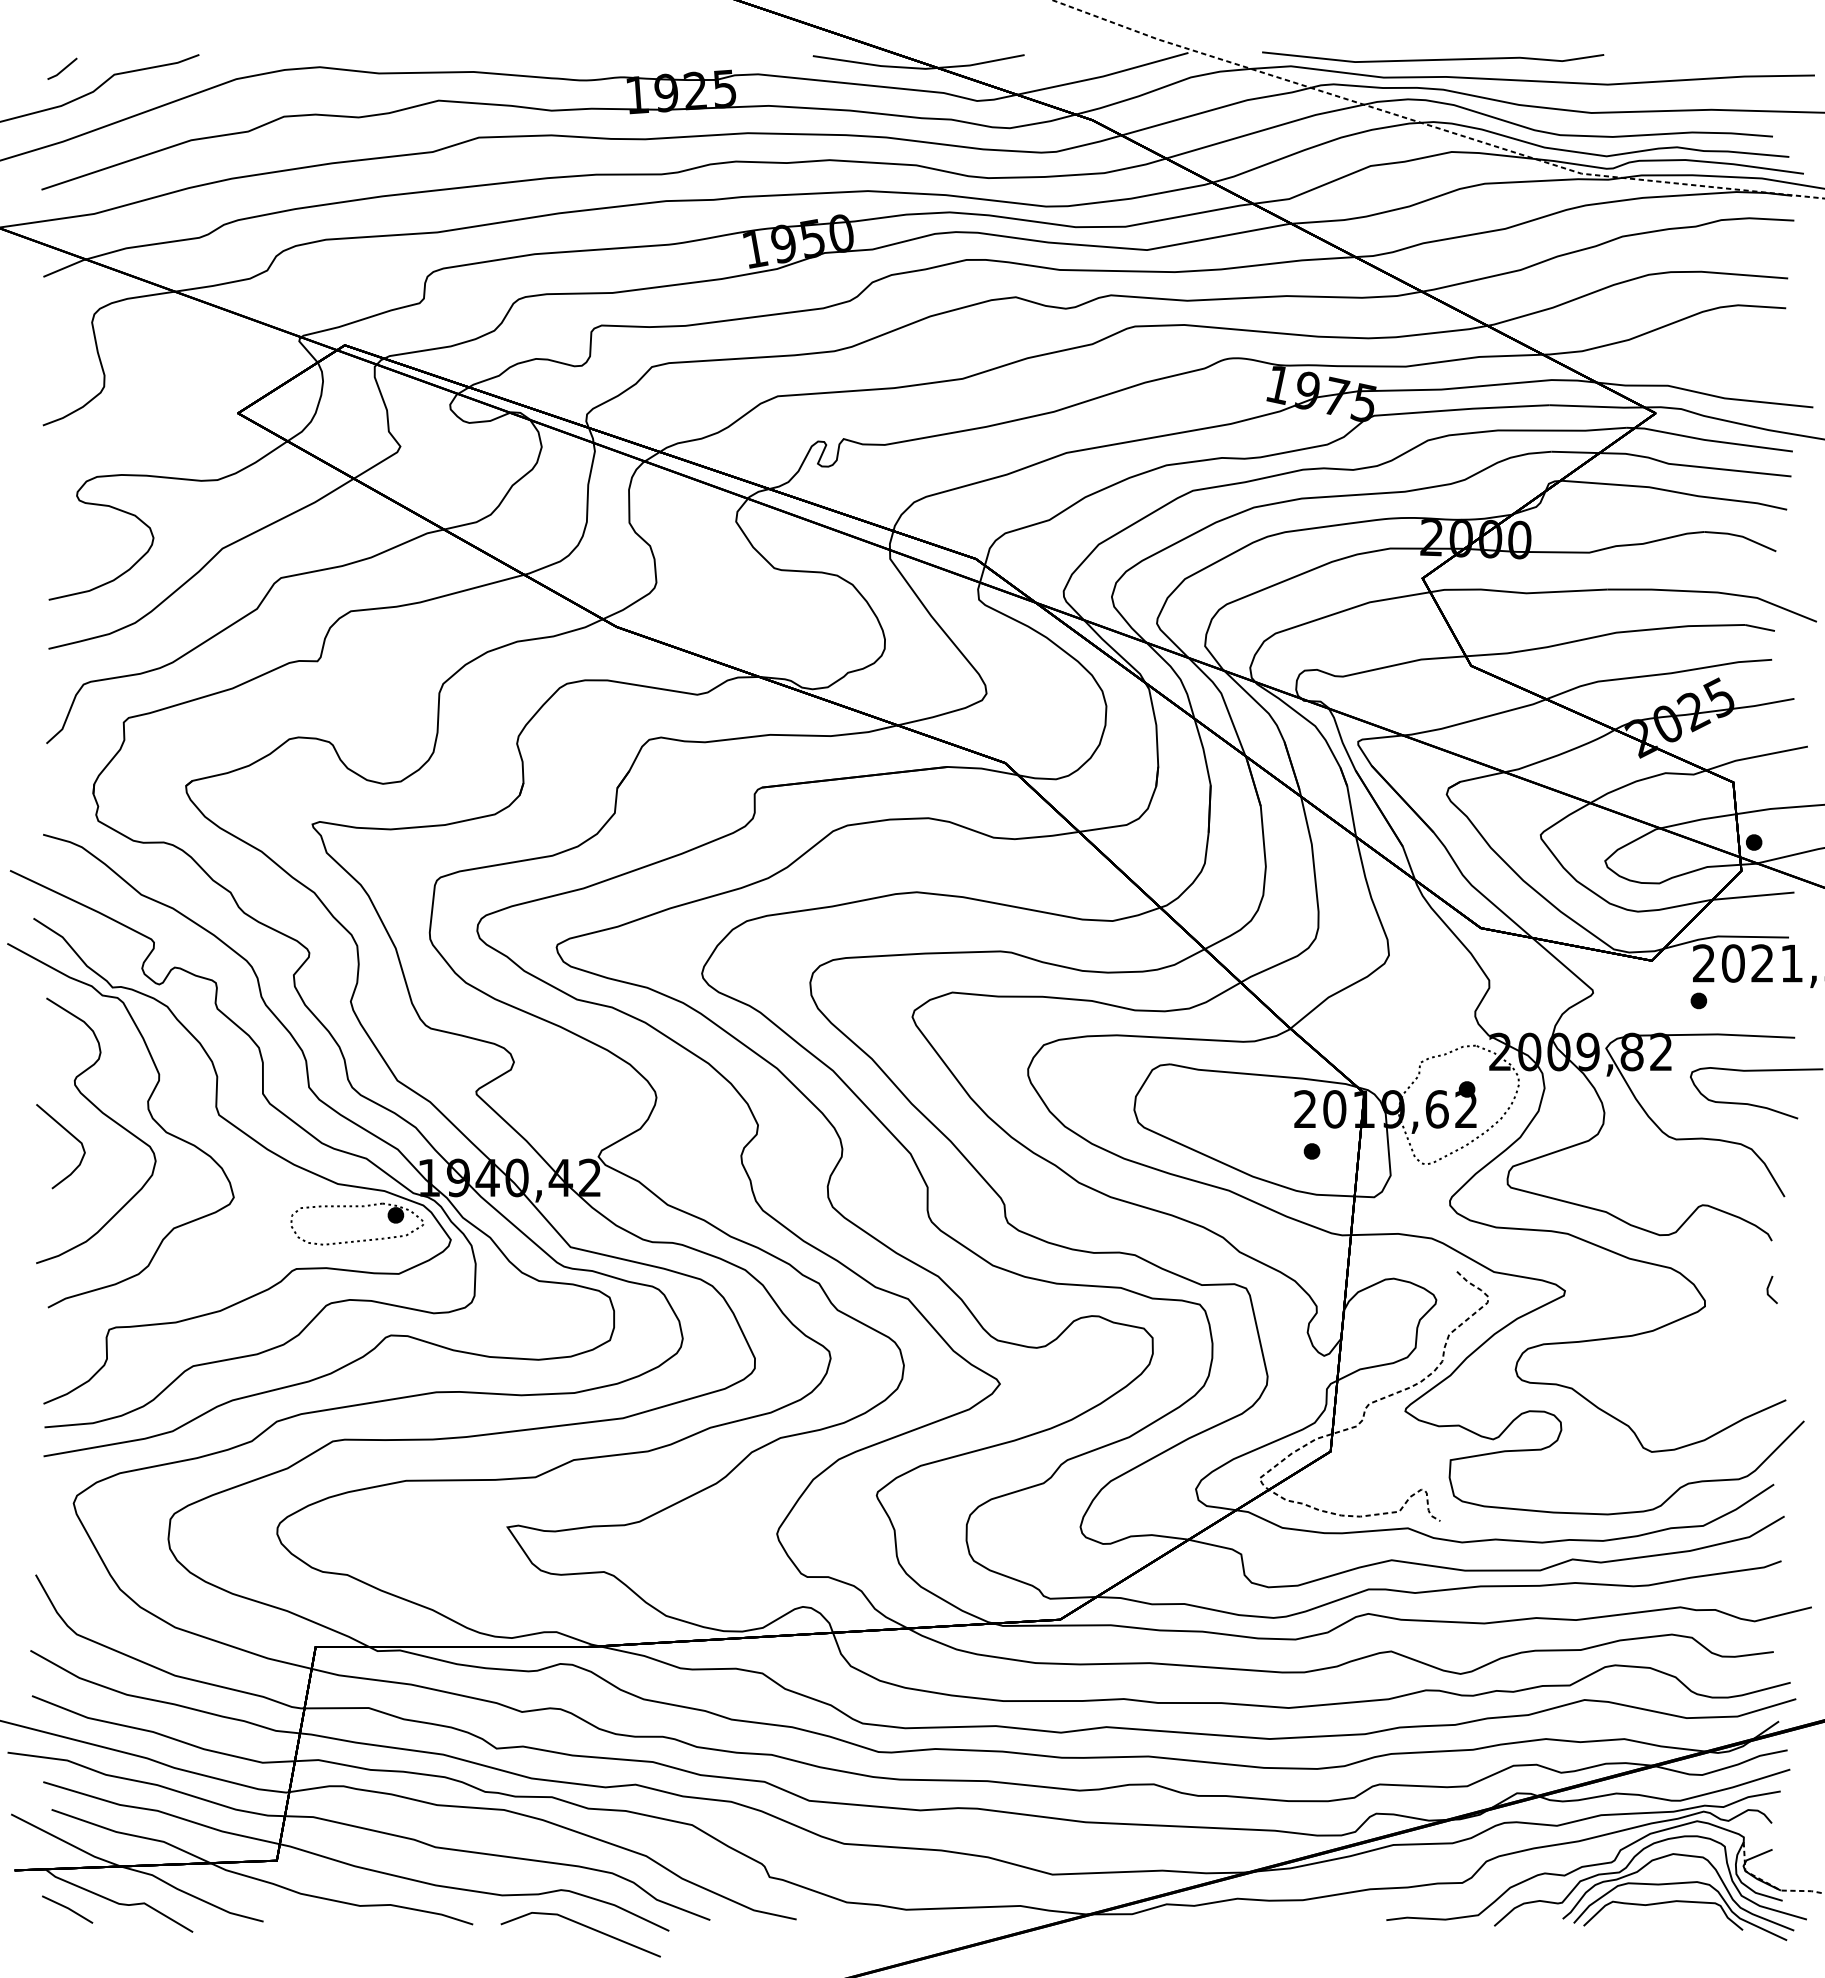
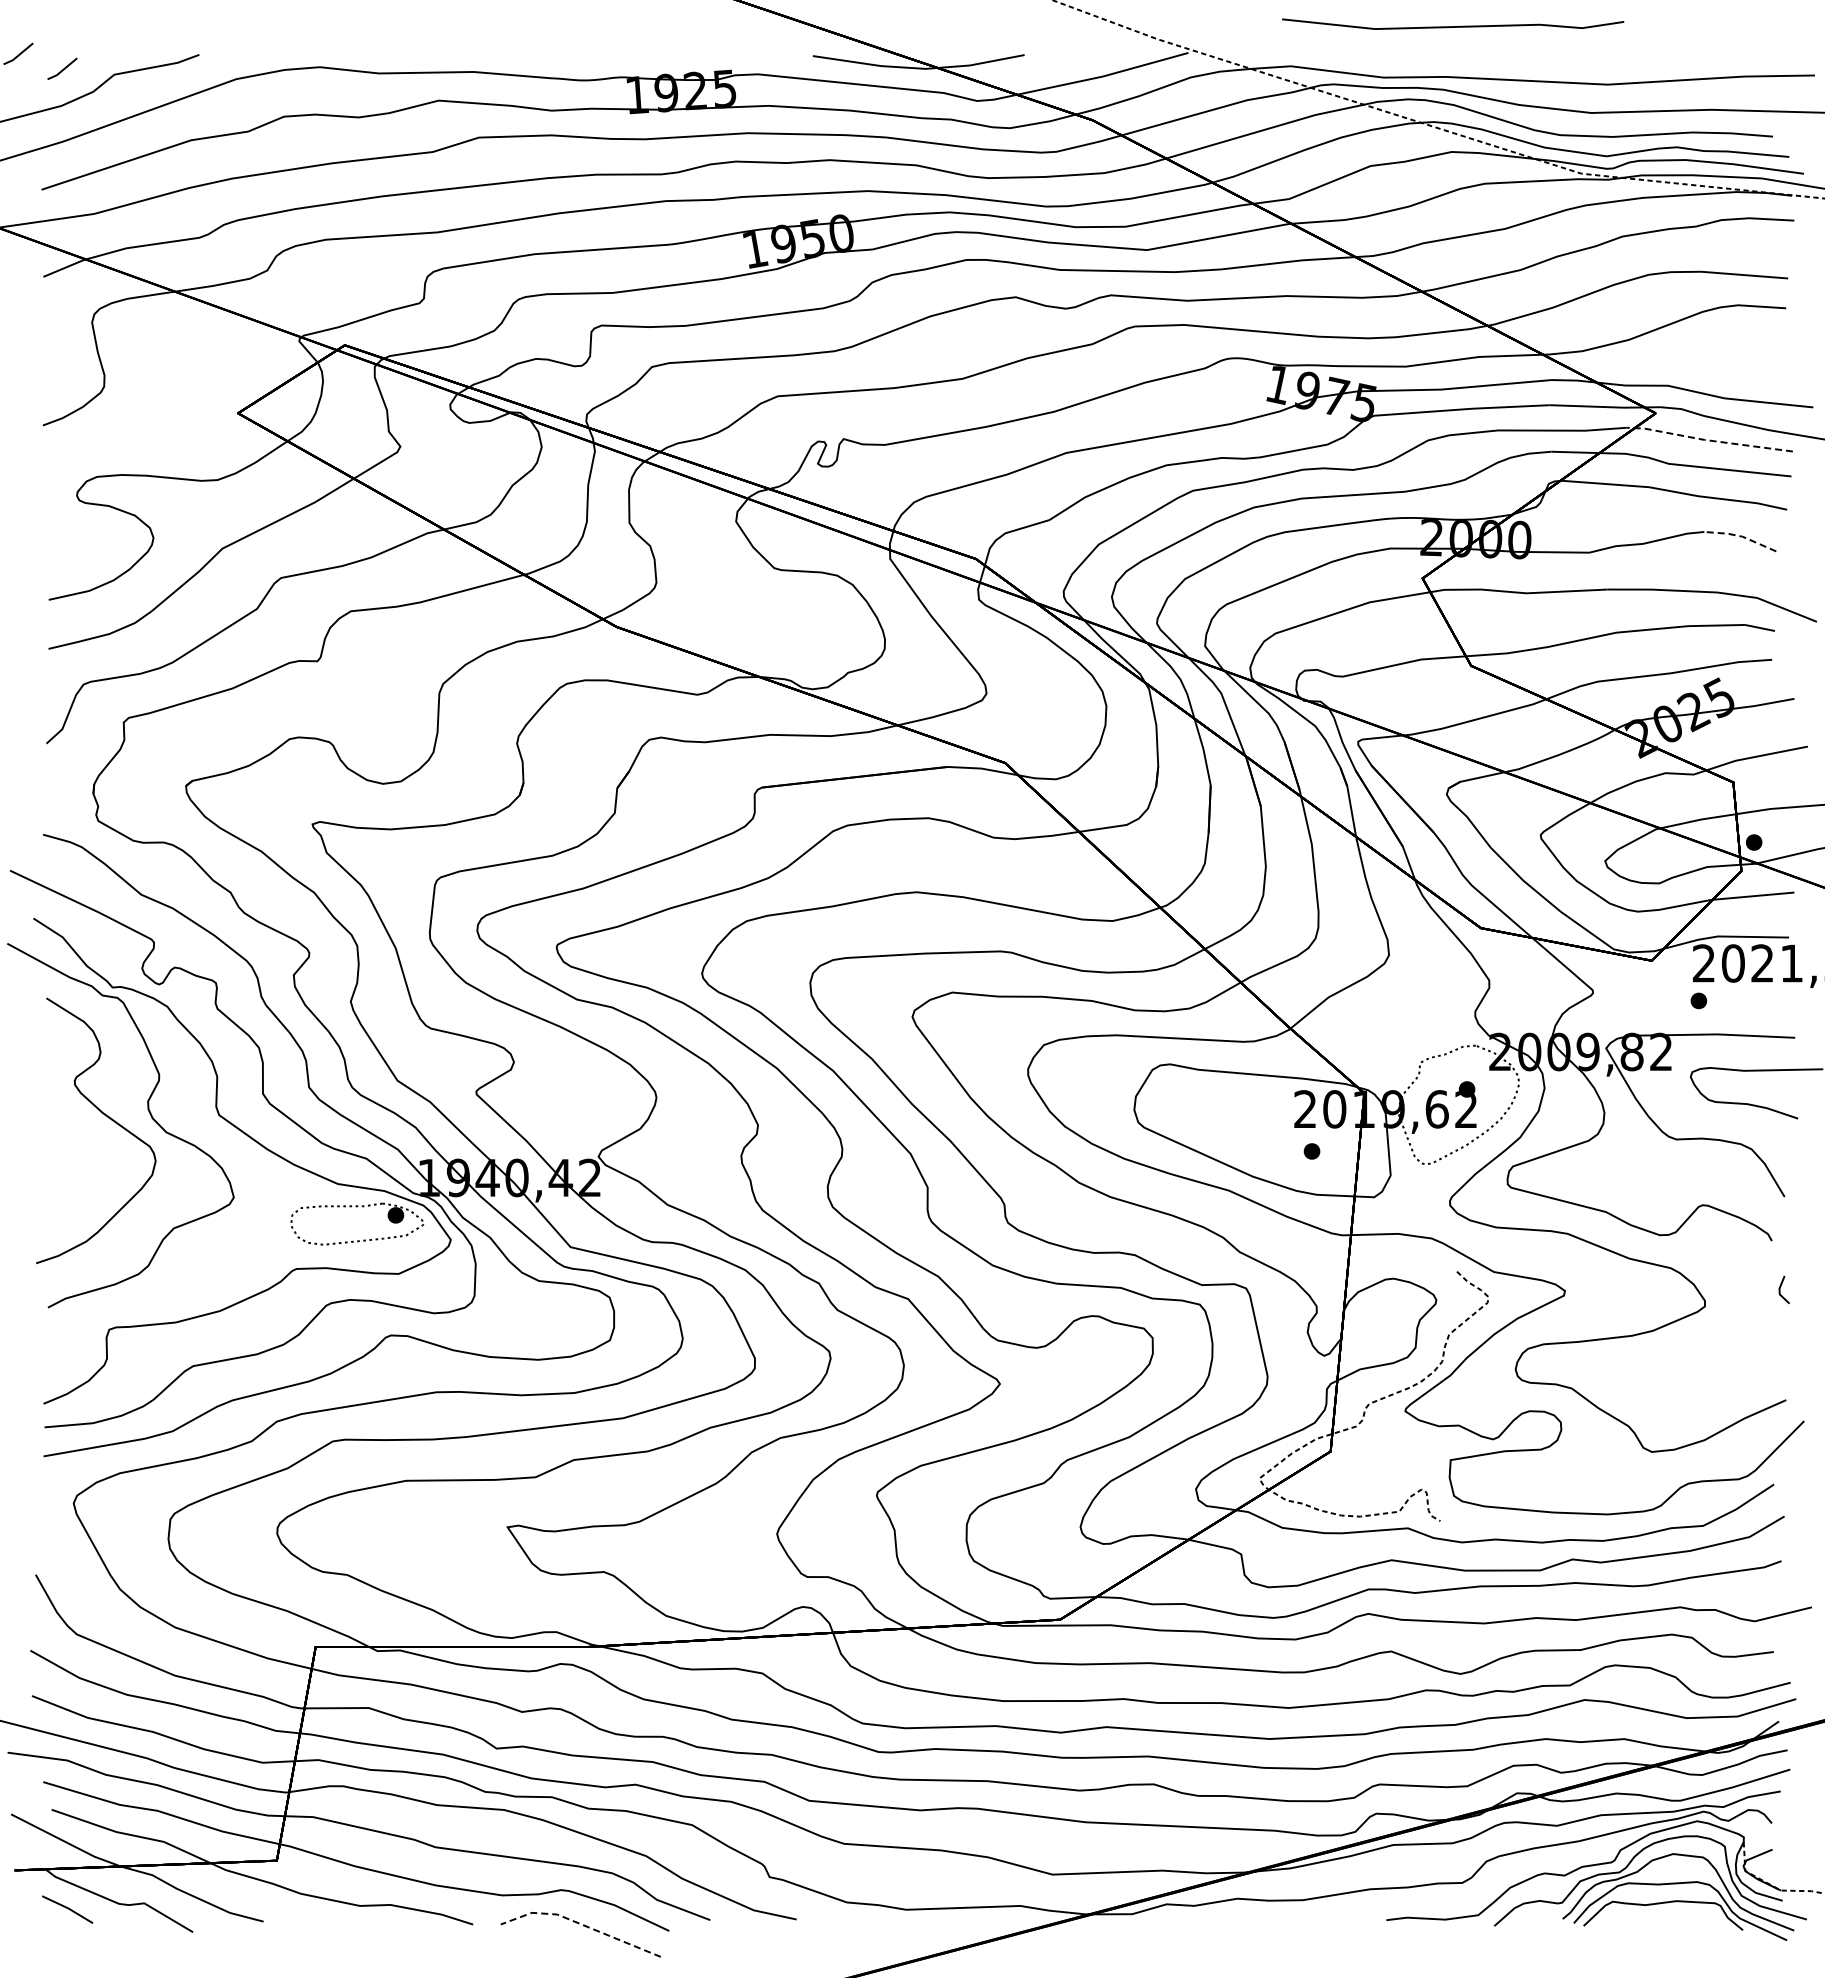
line at (19, 53): none -> present
line at (1433, 59) position: (1433, 59) -> (1453, 26)
line at (1708, 440): solid -> dashed
line at (1740, 536): solid -> dashed
curve at (69, 1134): present -> none
line at (1768, 1289) position: (1768, 1289) -> (1780, 1289)
line at (580, 1923): solid -> dashed
